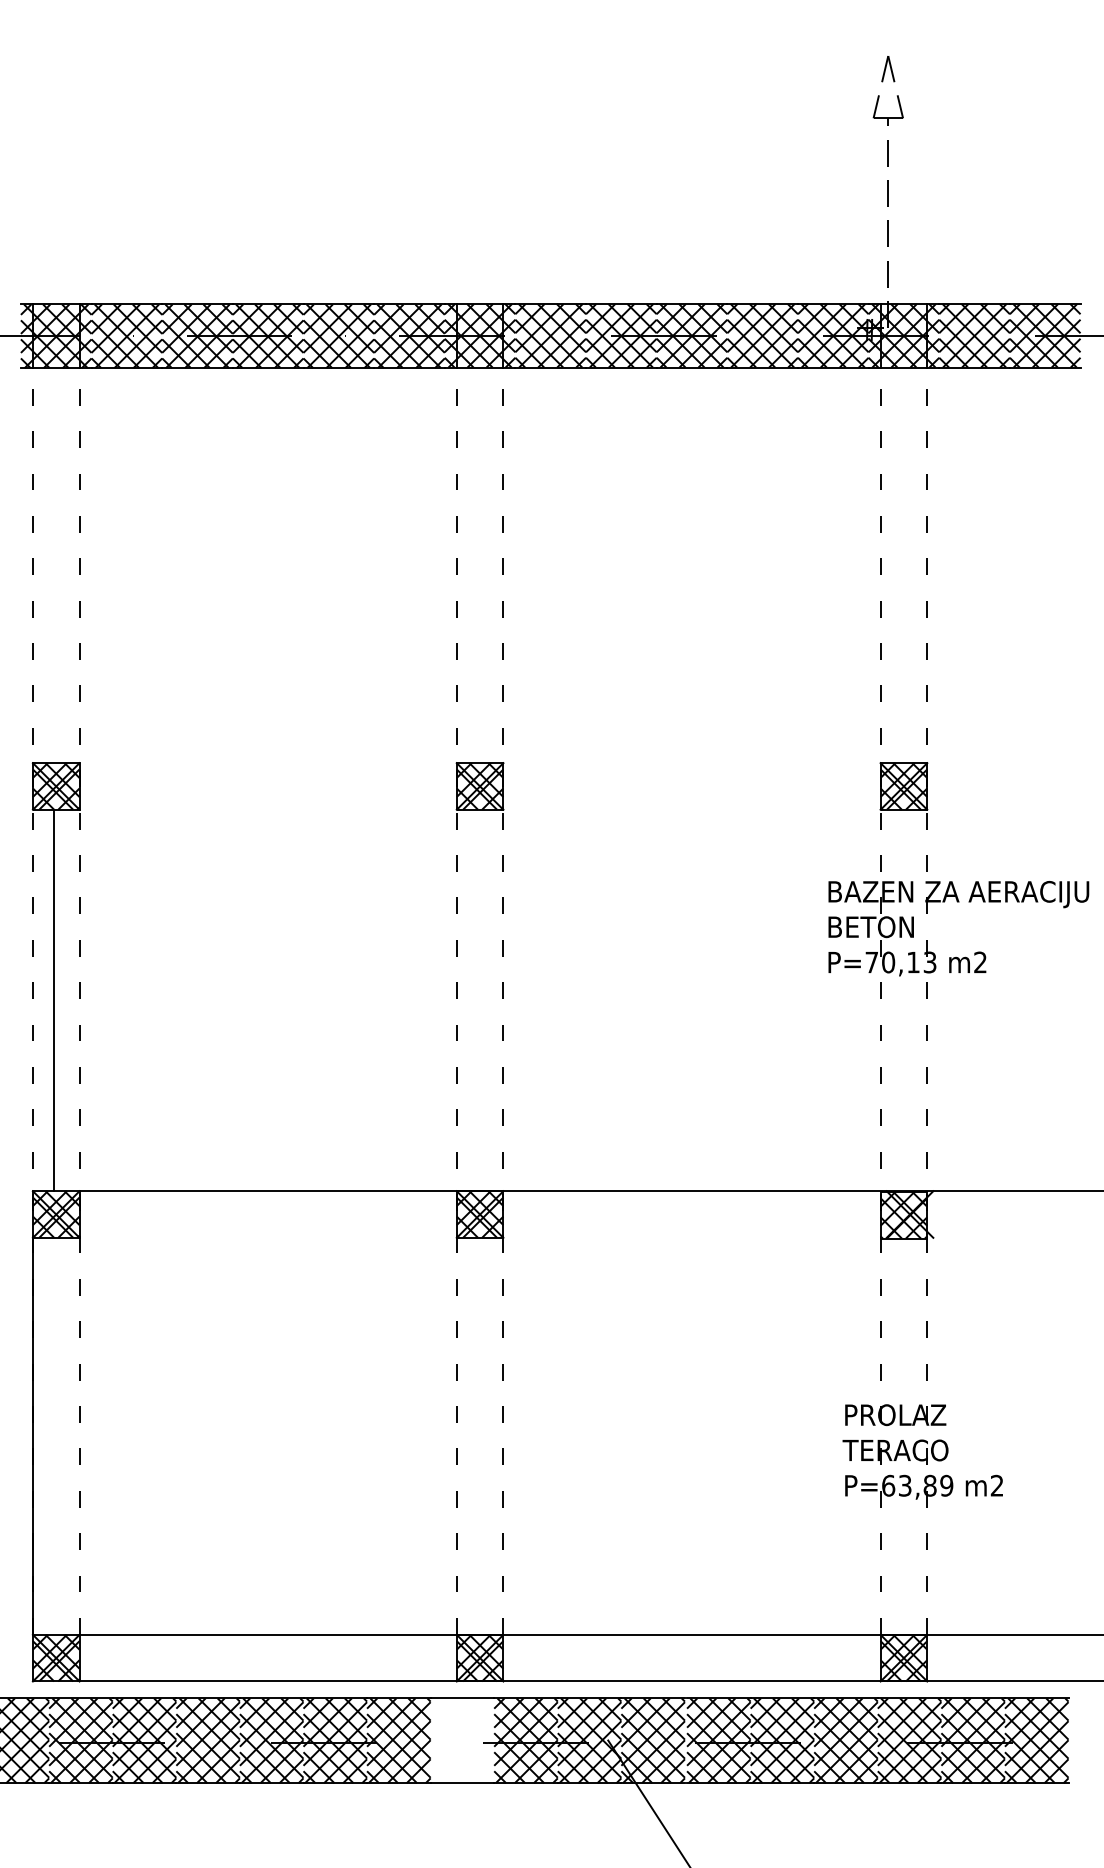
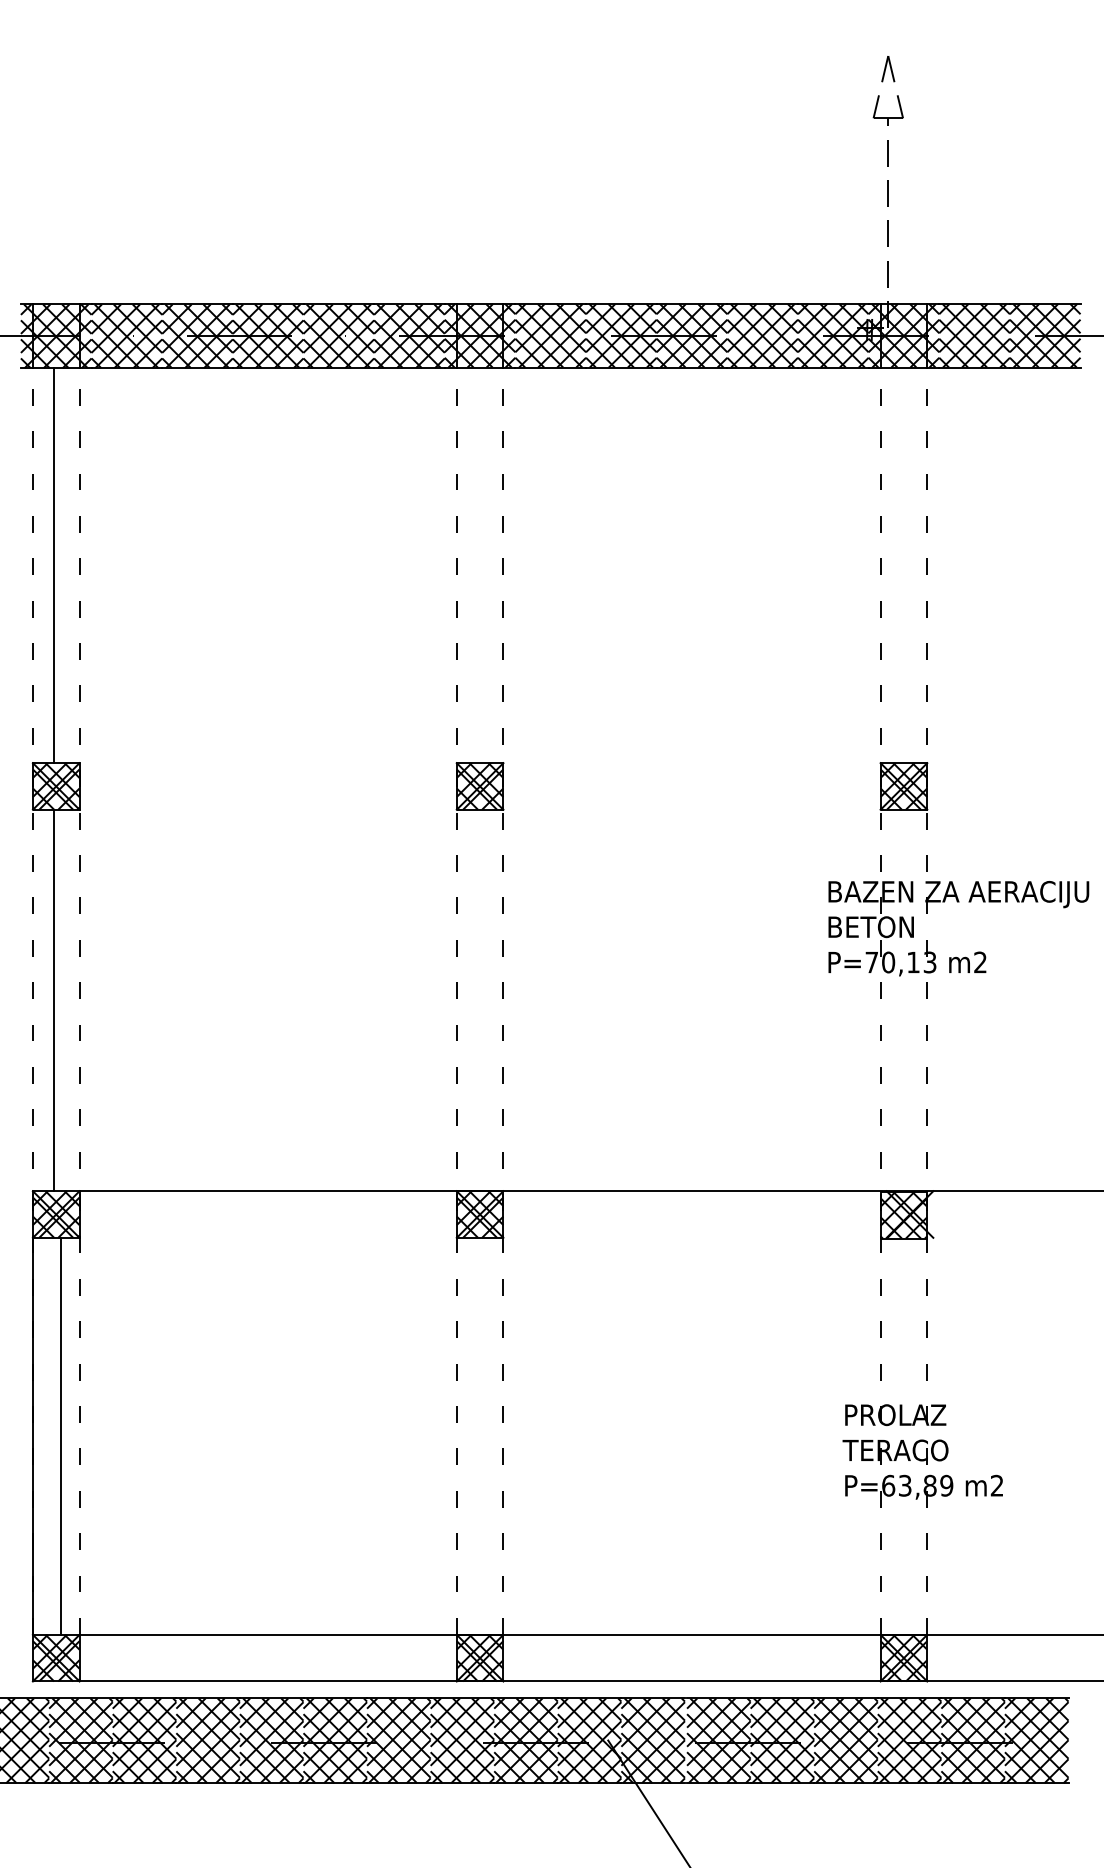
line at (54, 565): none -> present
line at (61, 1435): none -> present
hatch at (462, 1740): none -> present
